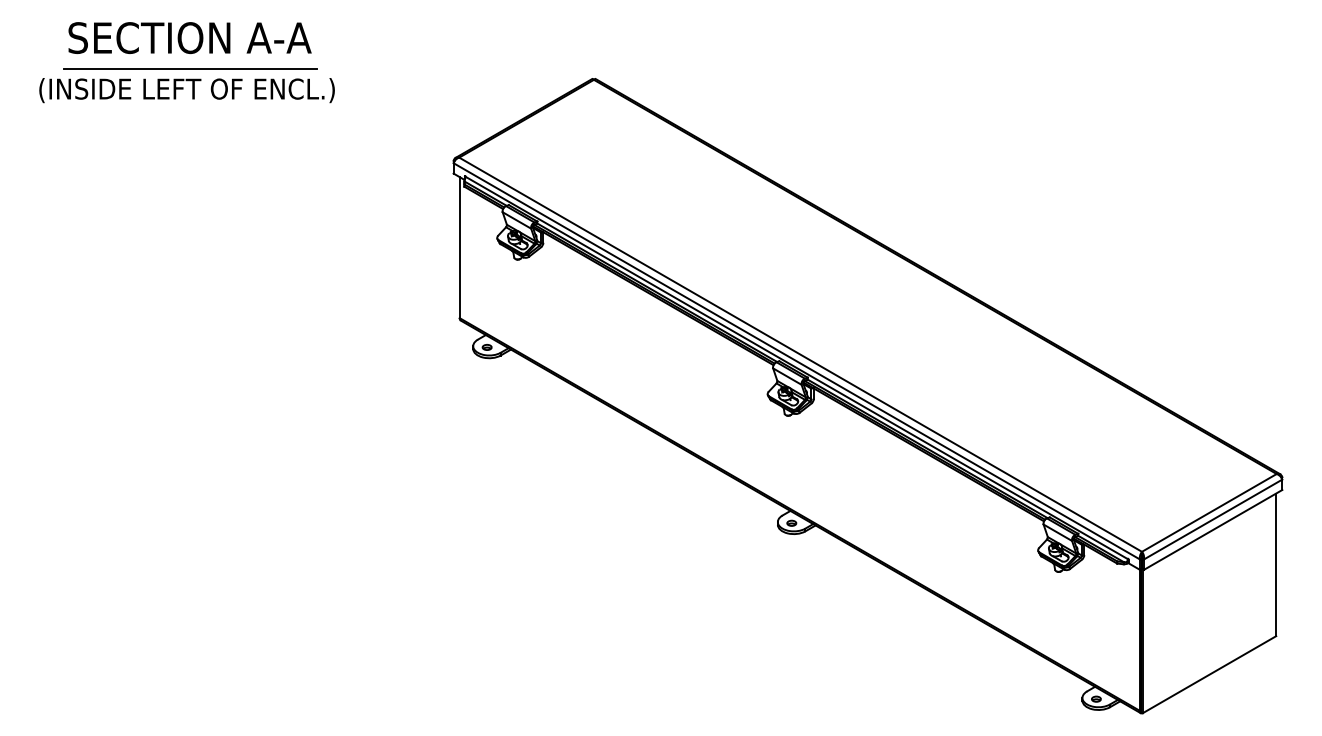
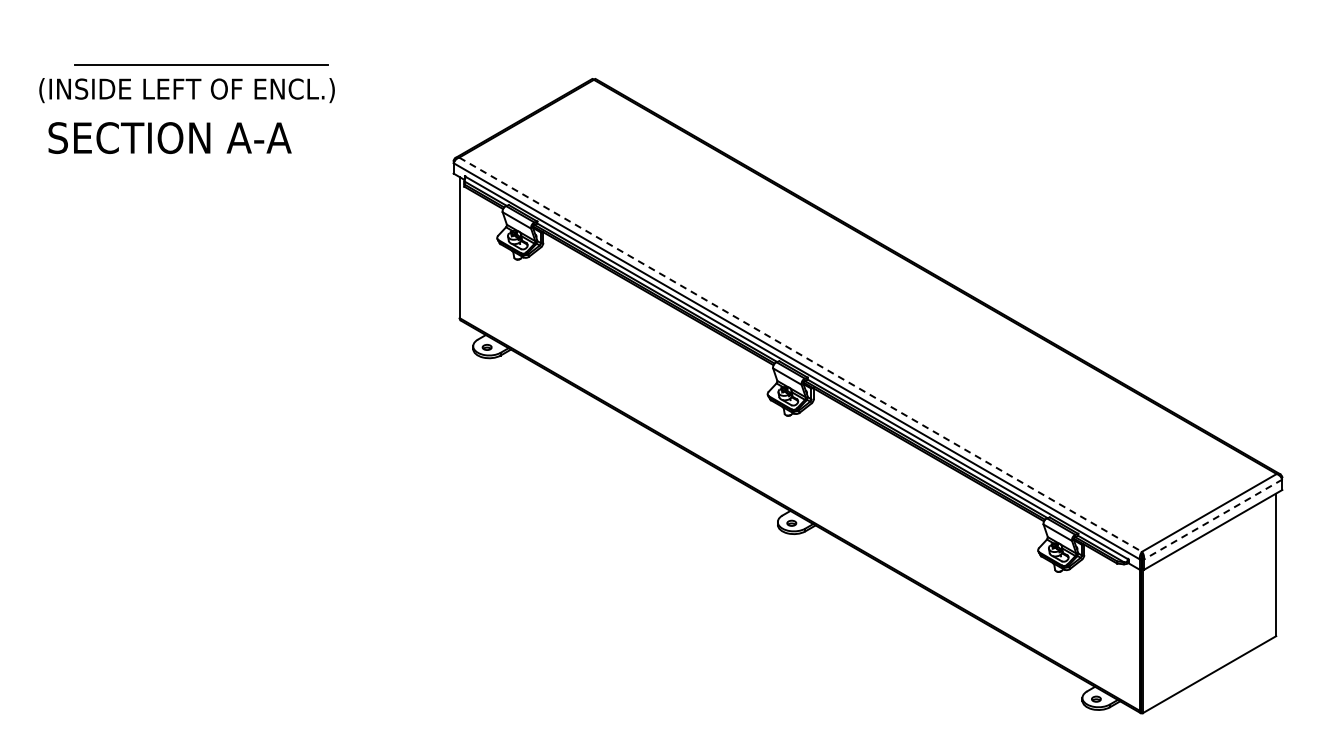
text at (189, 37) position: (189, 37) -> (169, 137)
line at (190, 68) position: (190, 68) -> (201, 64)
line at (801, 354): solid -> dashed
line at (1213, 519): solid -> dashed
